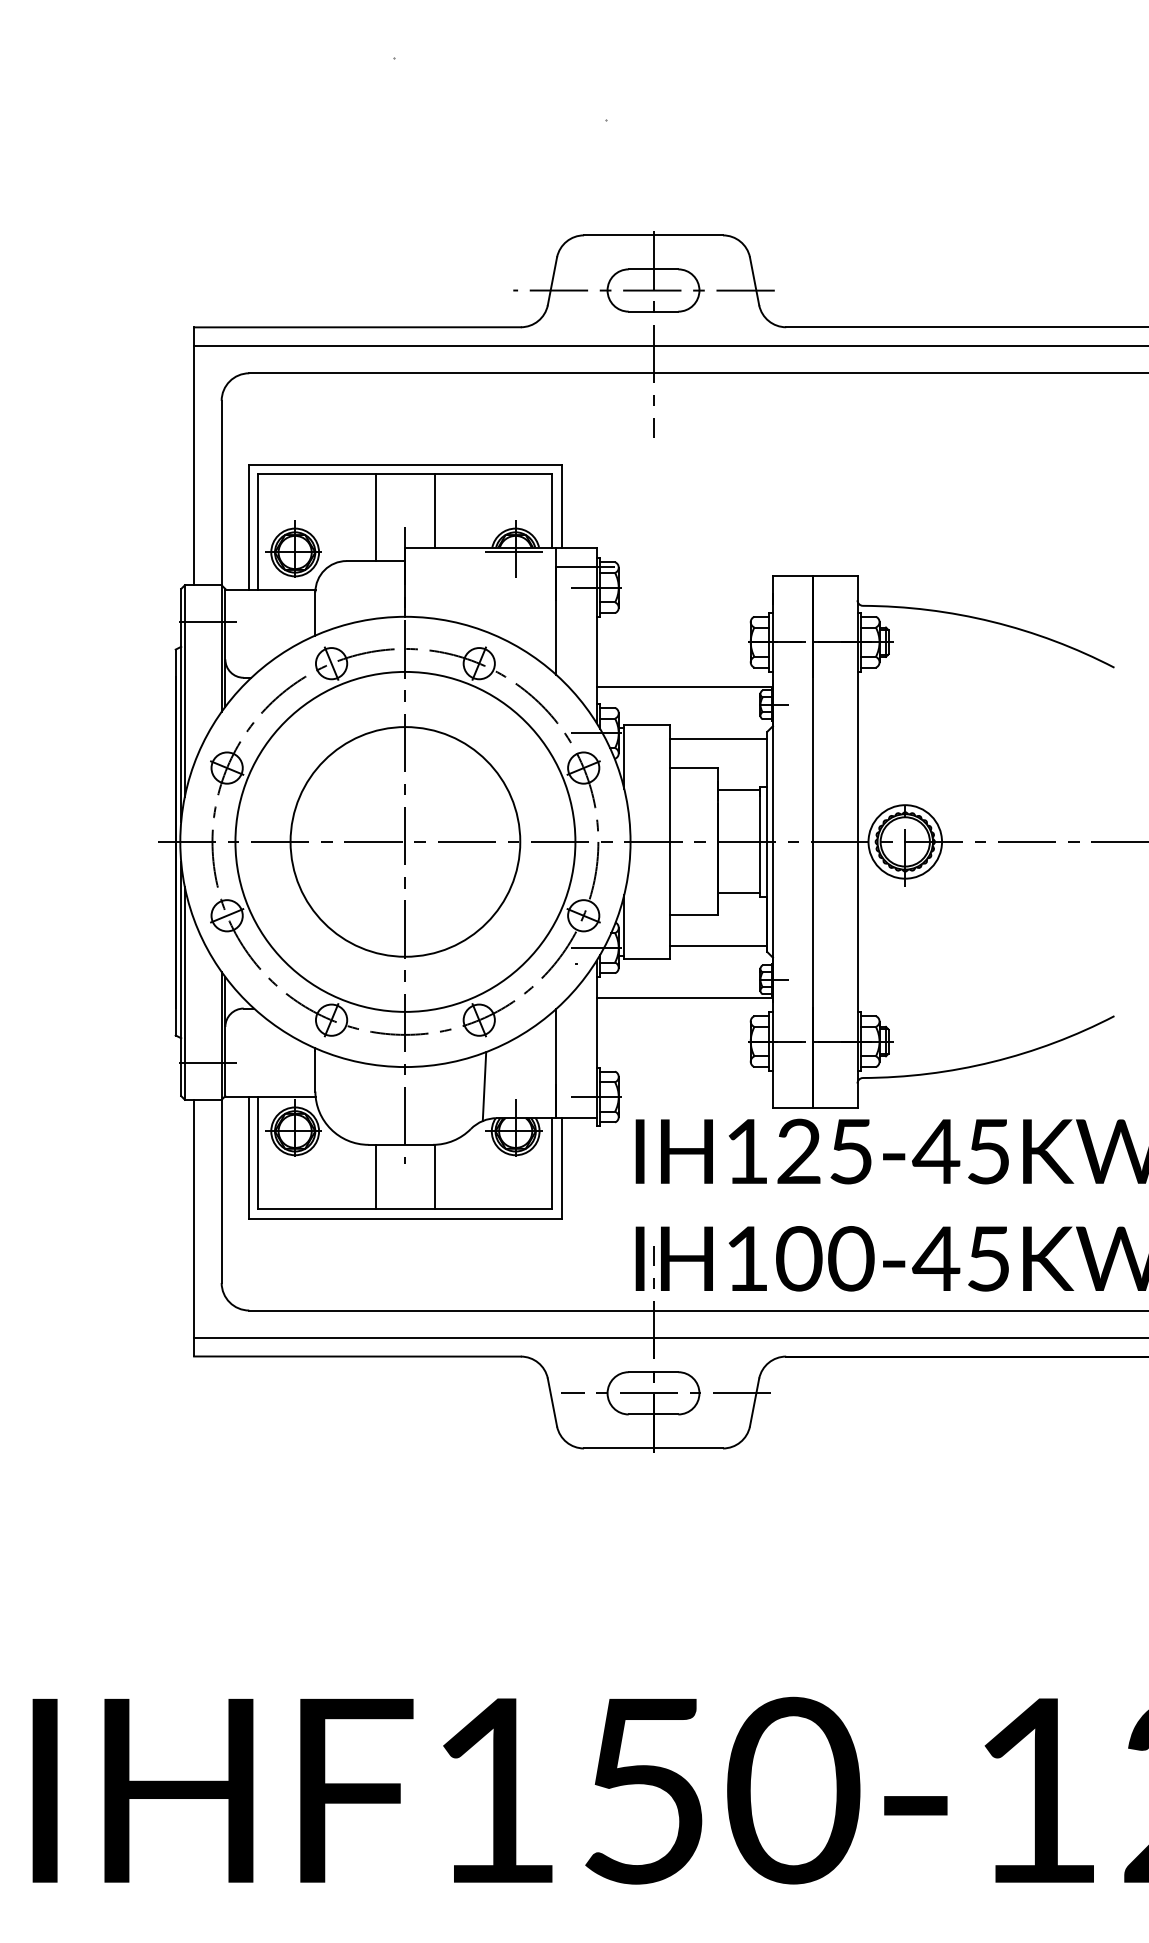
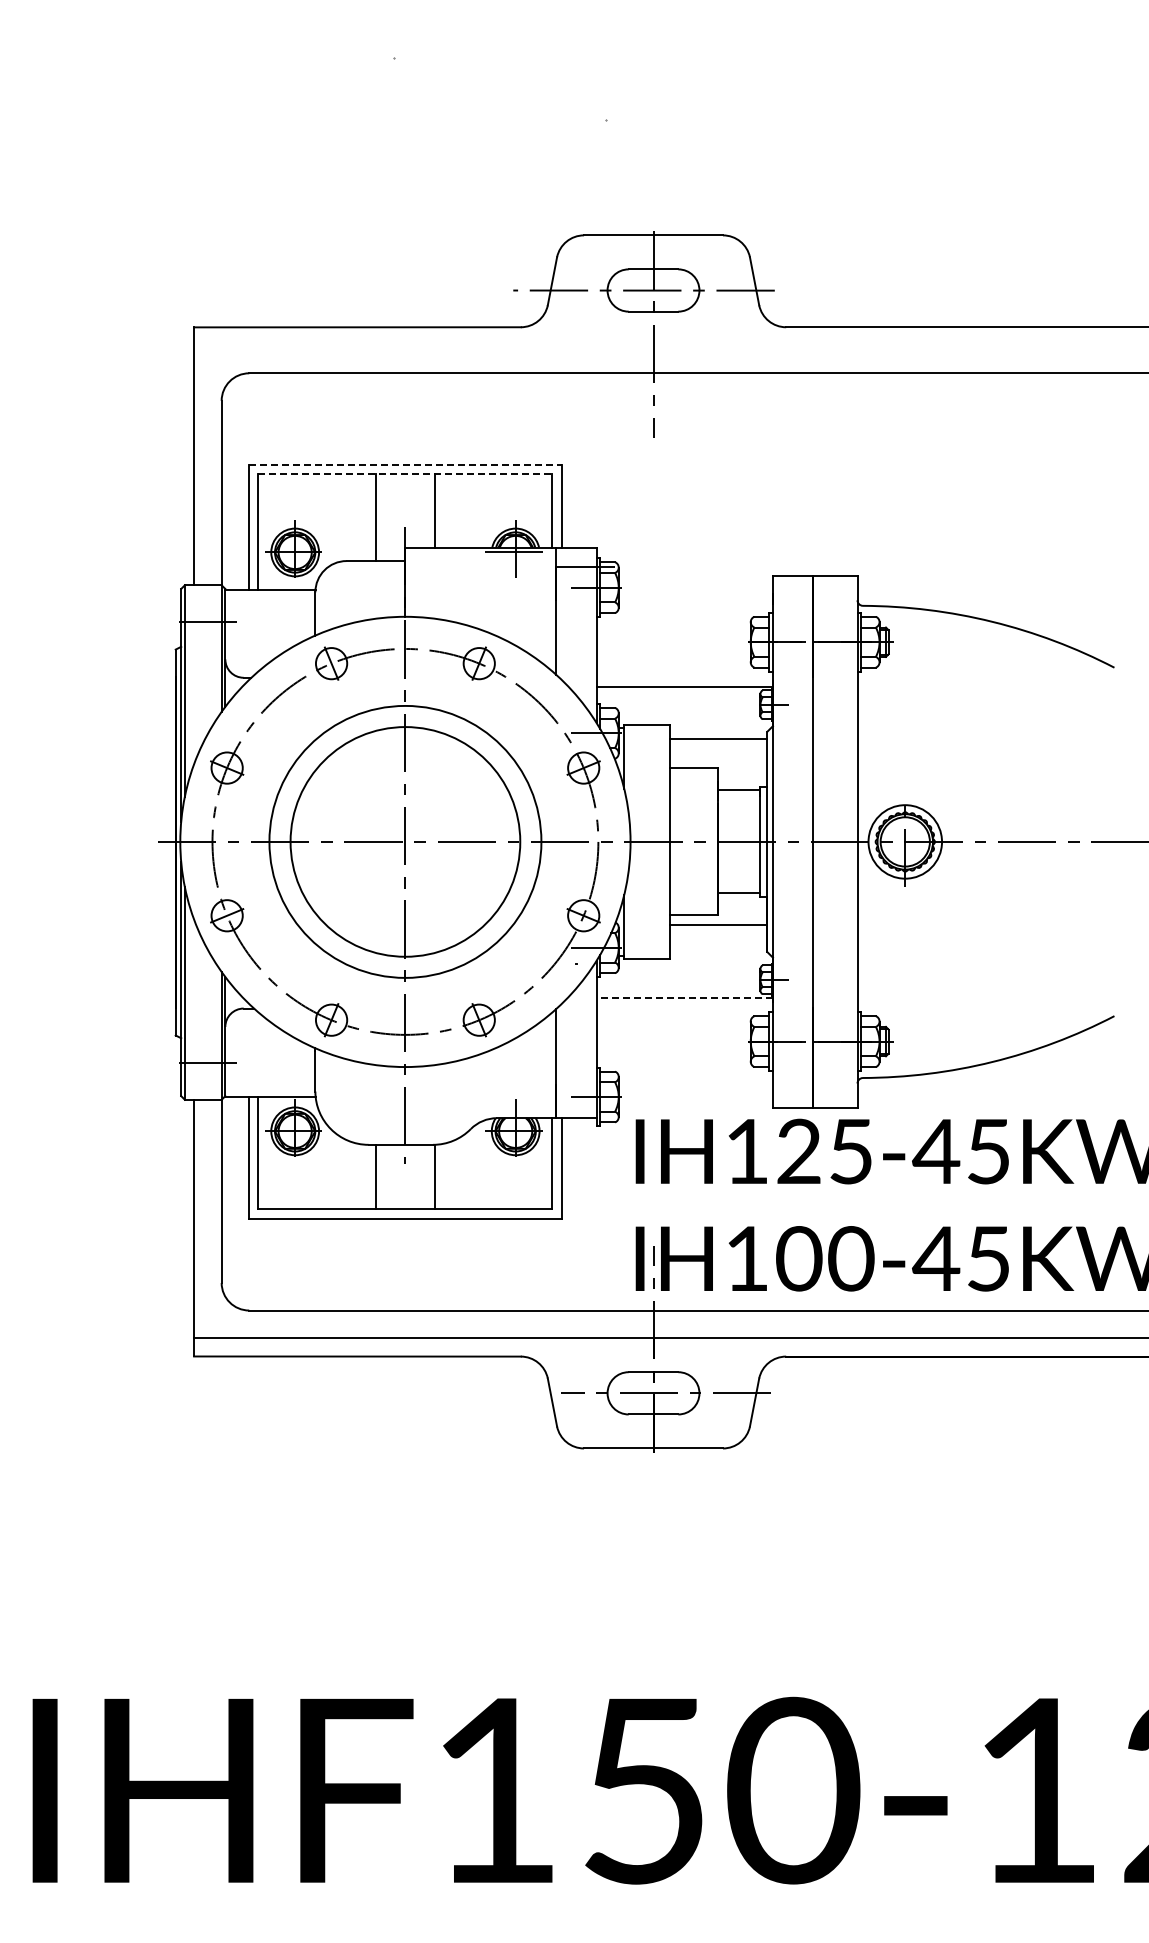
line at (669, 345): present -> none
line at (405, 465): solid -> dashed
line at (405, 474): solid -> dashed
circle at (405, 841) diameter: 340 px -> 272 px
line at (718, 946) position: (718, 946) -> (718, 925)
line at (684, 997): solid -> dashed
line at (484, 1086): present -> none
